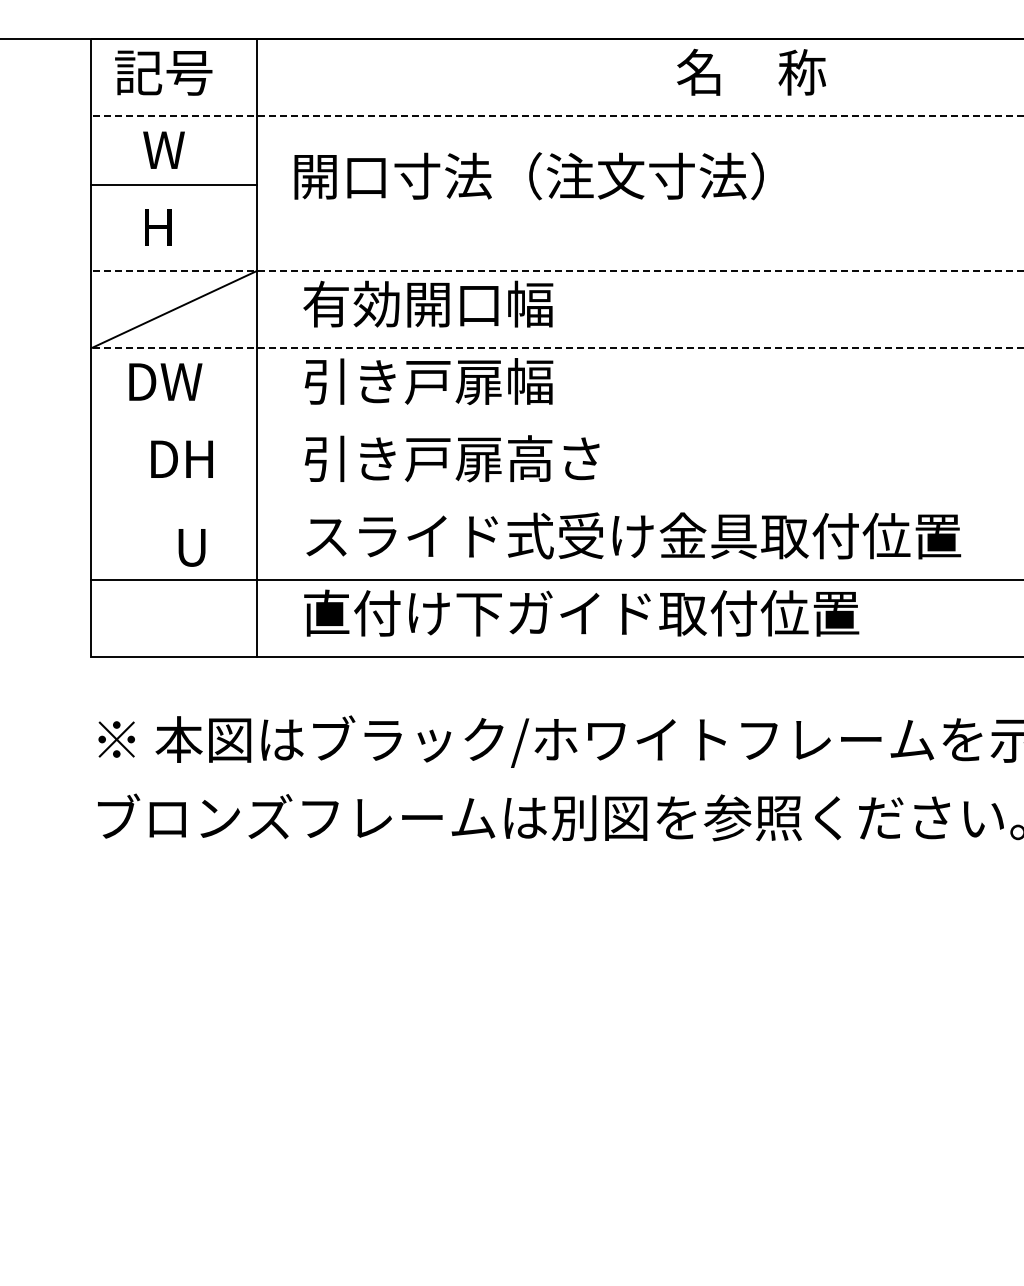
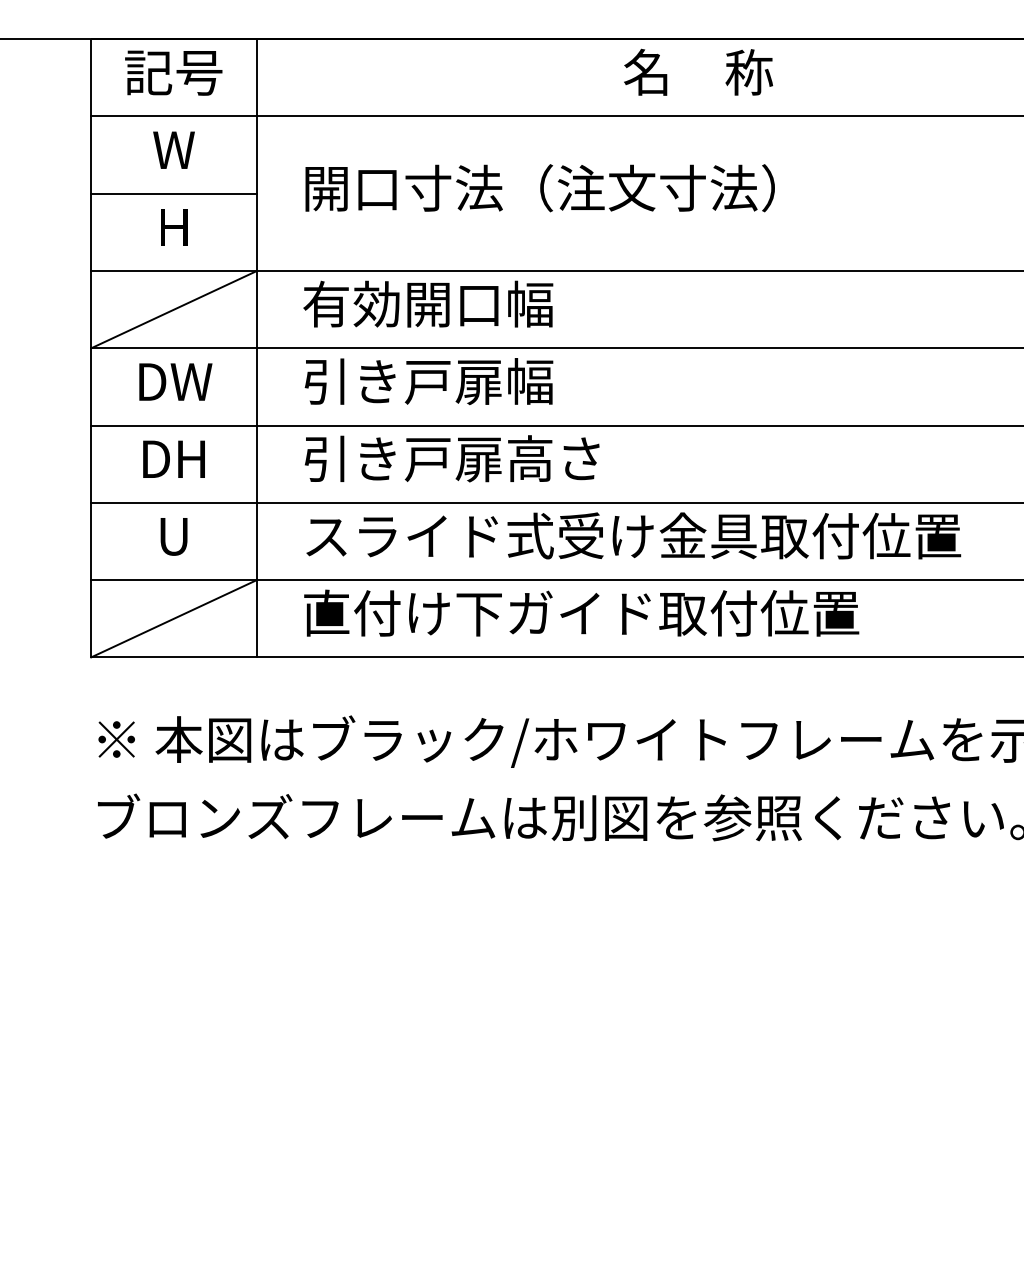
text at (751, 71) position: (751, 71) -> (698, 71)
text at (163, 72) position: (163, 72) -> (173, 72)
line at (557, 116): dashed -> solid
text at (163, 149) position: (163, 149) -> (173, 149)
text at (528, 176) position: (528, 176) -> (539, 188)
line at (173, 184) position: (173, 184) -> (173, 193)
text at (158, 227) position: (158, 227) -> (174, 227)
line at (557, 271): dashed -> solid
line at (557, 348): dashed -> solid
text at (165, 381) position: (165, 381) -> (175, 381)
line at (555, 425): none -> present
text at (181, 458) position: (181, 458) -> (173, 458)
line at (555, 502): none -> present
text at (191, 547) position: (191, 547) -> (173, 536)
line at (173, 618): none -> present
